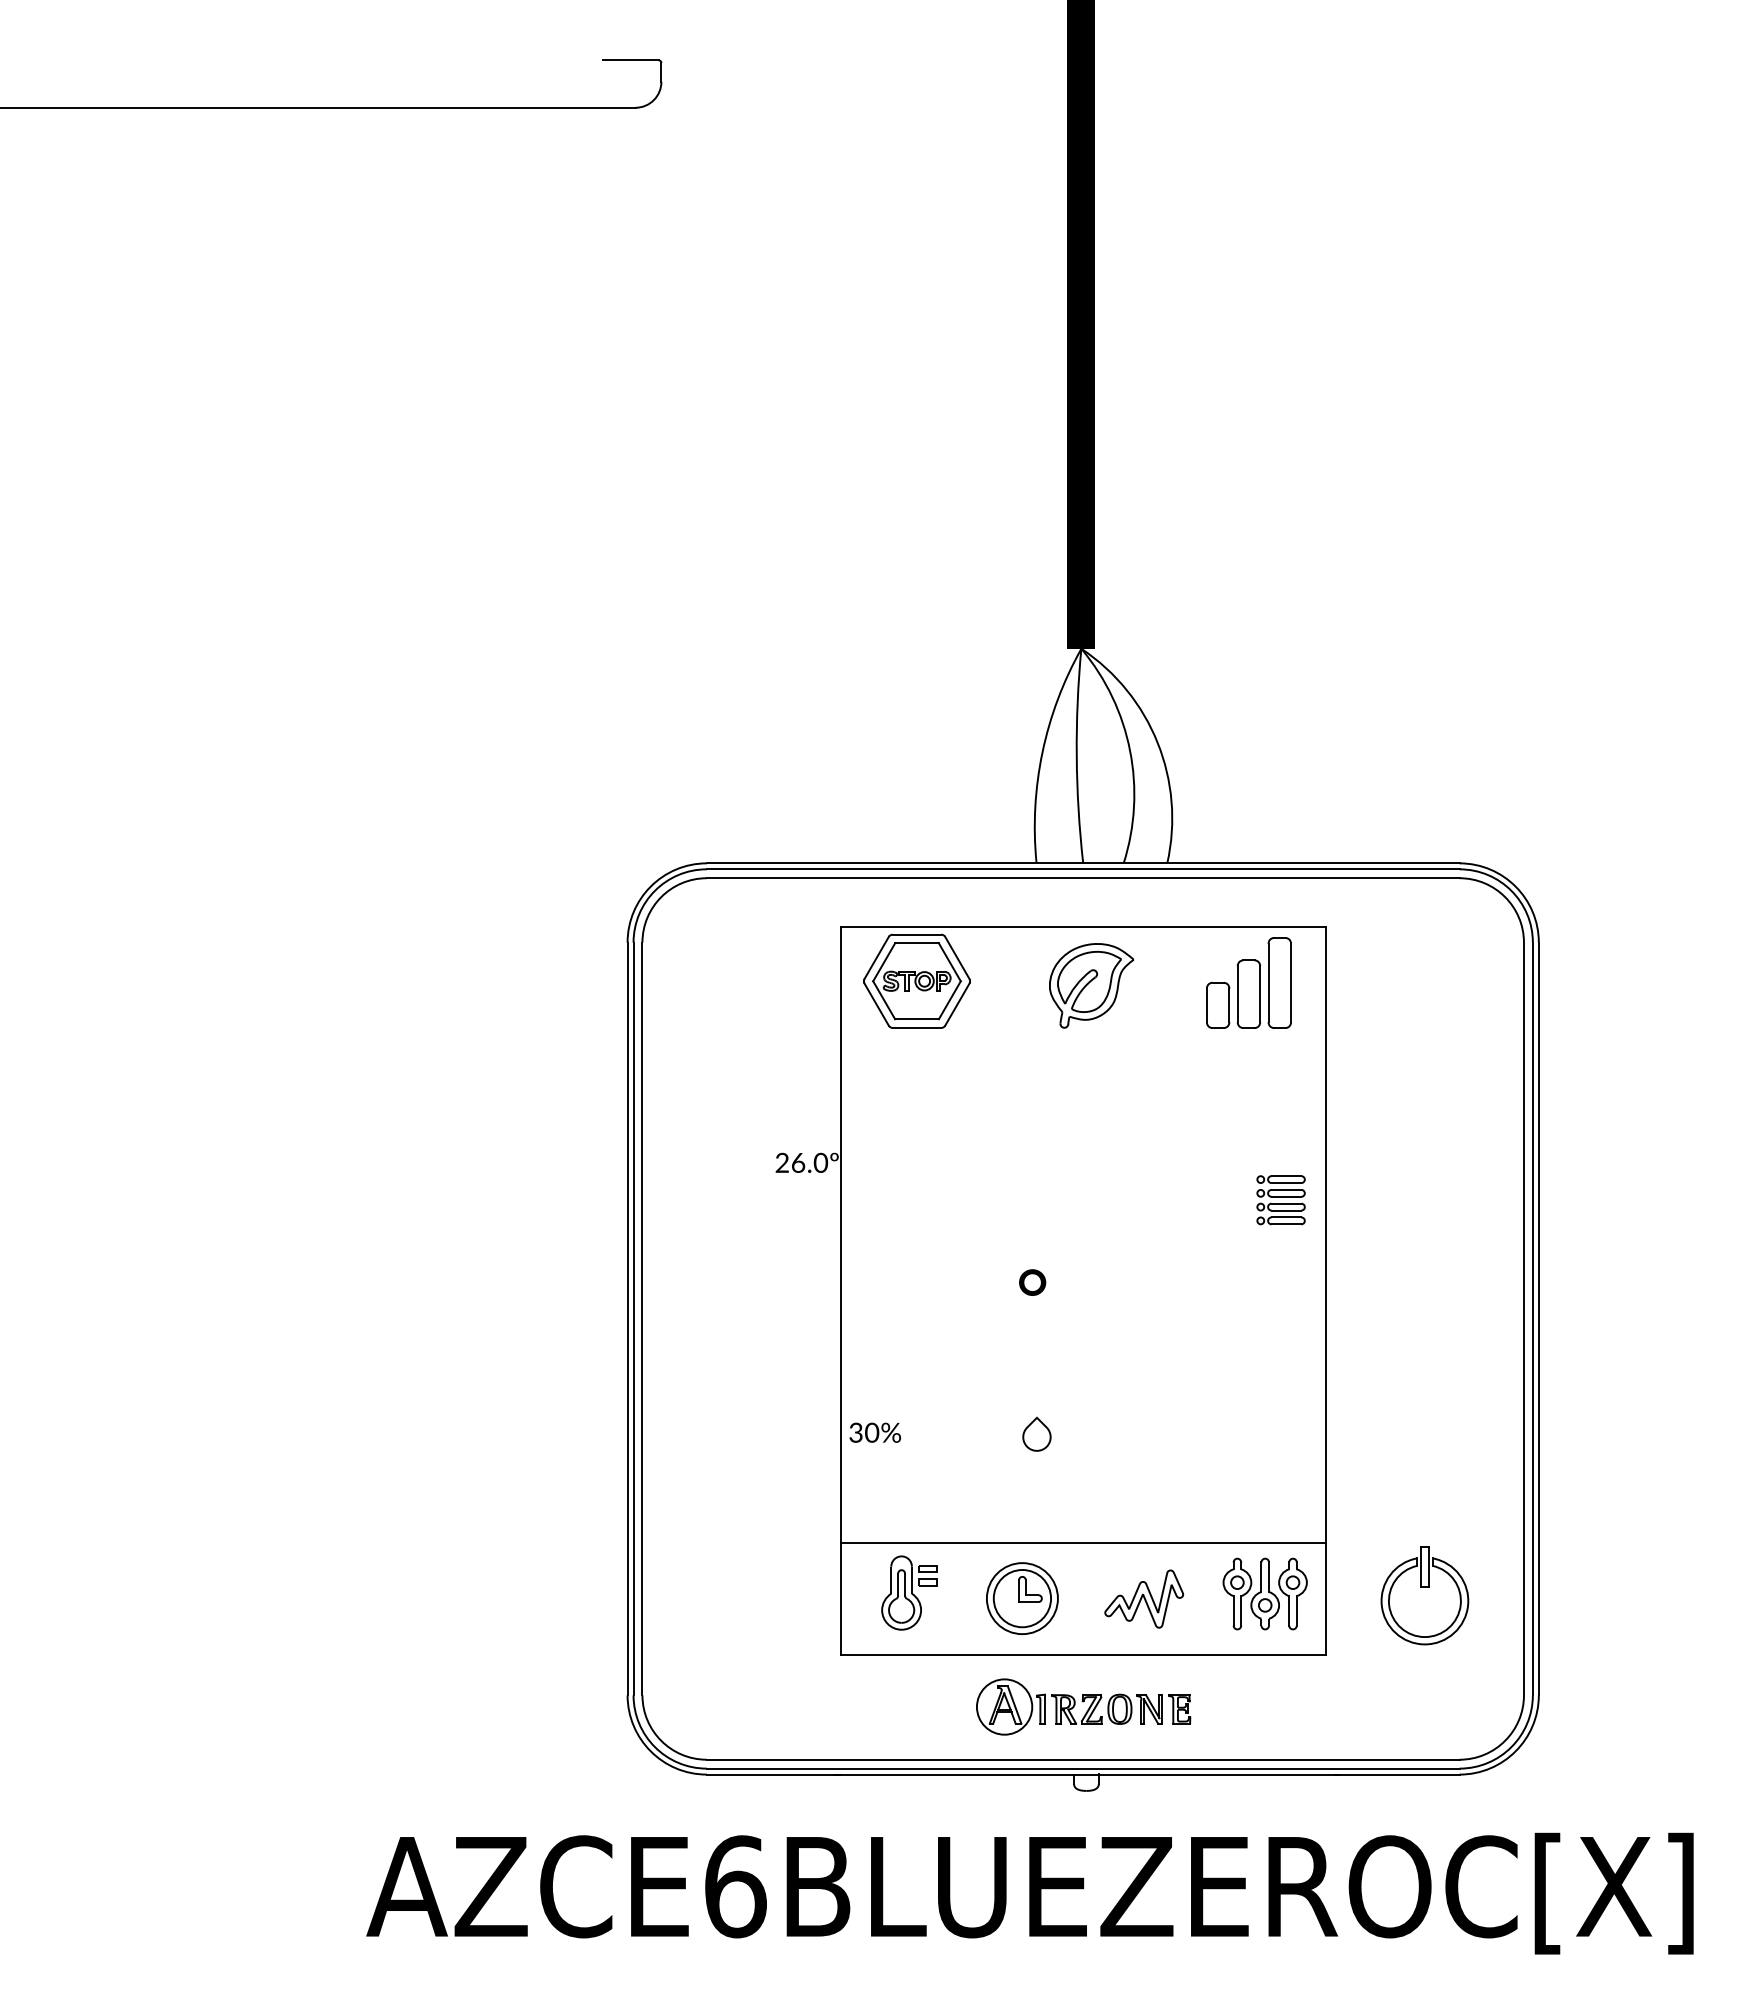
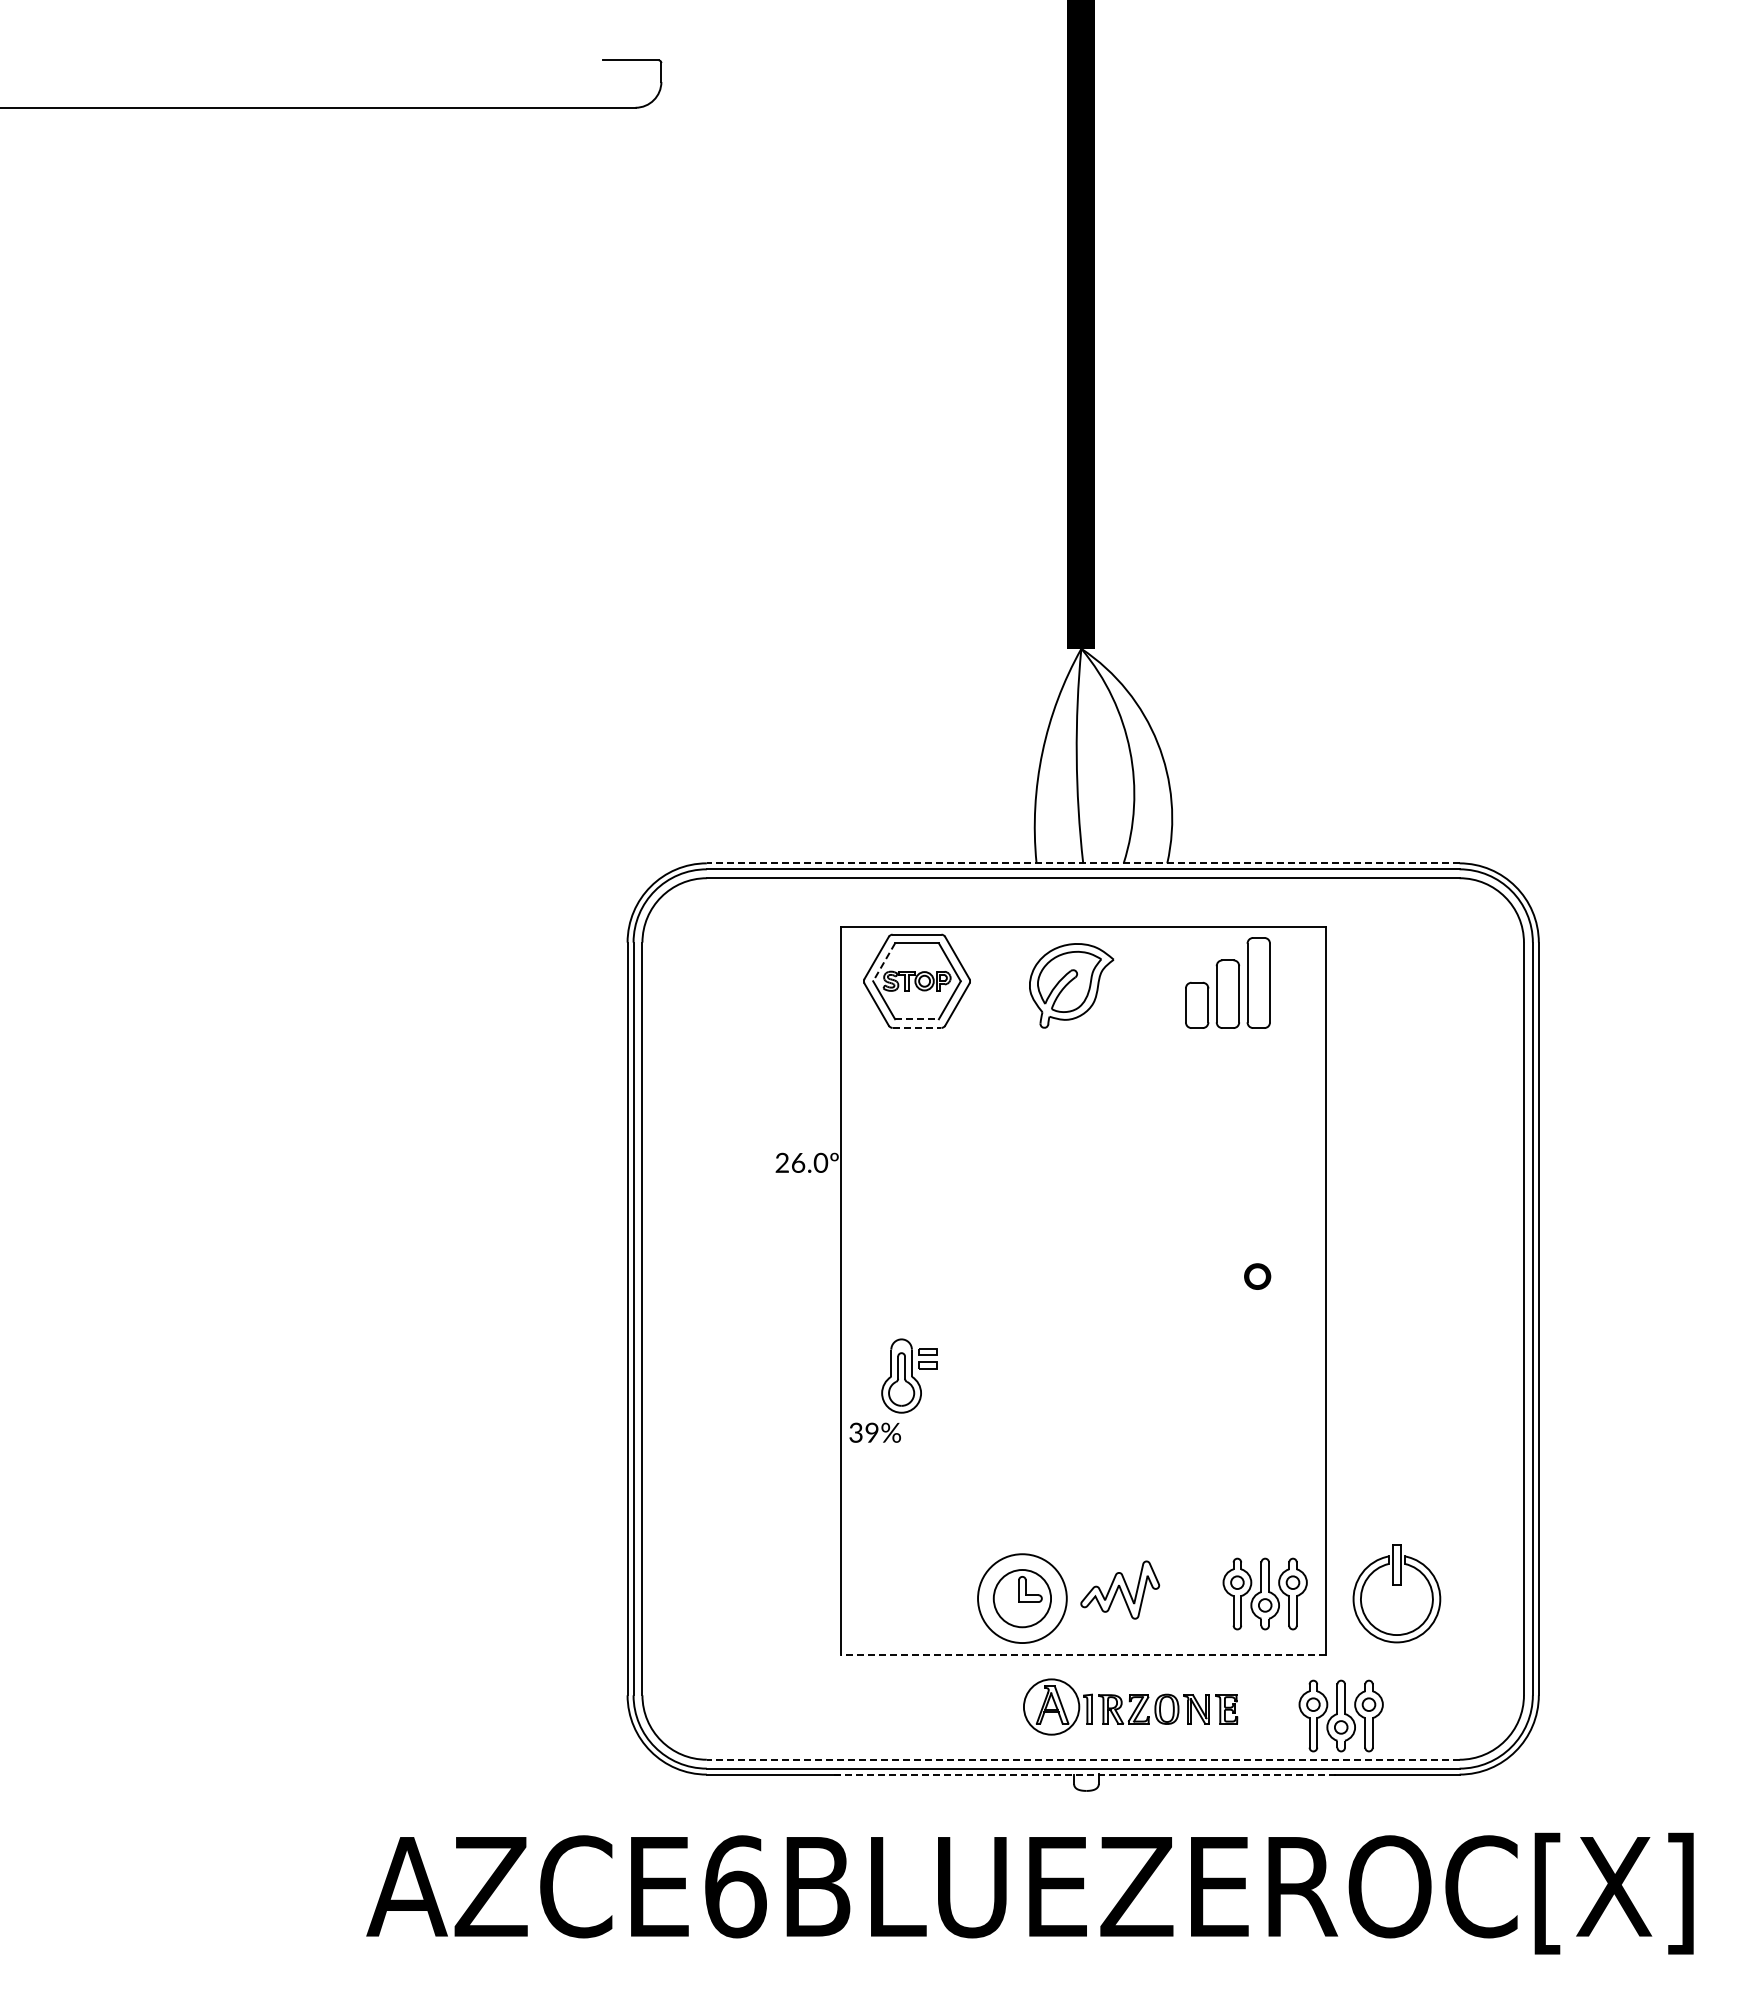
line at (1082, 863): solid -> dashed
line at (884, 962): solid -> dashed
part at (1248, 982) position: (1248, 982) -> (1227, 982)
part at (1091, 985) position: (1091, 985) -> (1071, 985)
line at (917, 1019): solid -> dashed
line at (917, 1027): solid -> dashed
part at (1280, 1200): present -> none
text at (1032, 1282) position: (1032, 1282) -> (1257, 1276)
text at (872, 1433): 30% -> 39%
part at (1036, 1433): present -> none
line at (1082, 1542): present -> none
part at (1424, 1587) position: (1424, 1587) -> (1396, 1585)
part at (909, 1592) position: (909, 1592) -> (909, 1375)
circle at (1021, 1598) diameter: 71 px -> 89 px
part at (1144, 1598) position: (1144, 1598) -> (1120, 1589)
line at (1083, 1655): solid -> dashed
part at (1083, 1706) position: (1083, 1706) -> (1130, 1706)
part at (1340, 1715): none -> present
line at (1082, 1759): solid -> dashed
line at (1086, 1774): solid -> dashed
